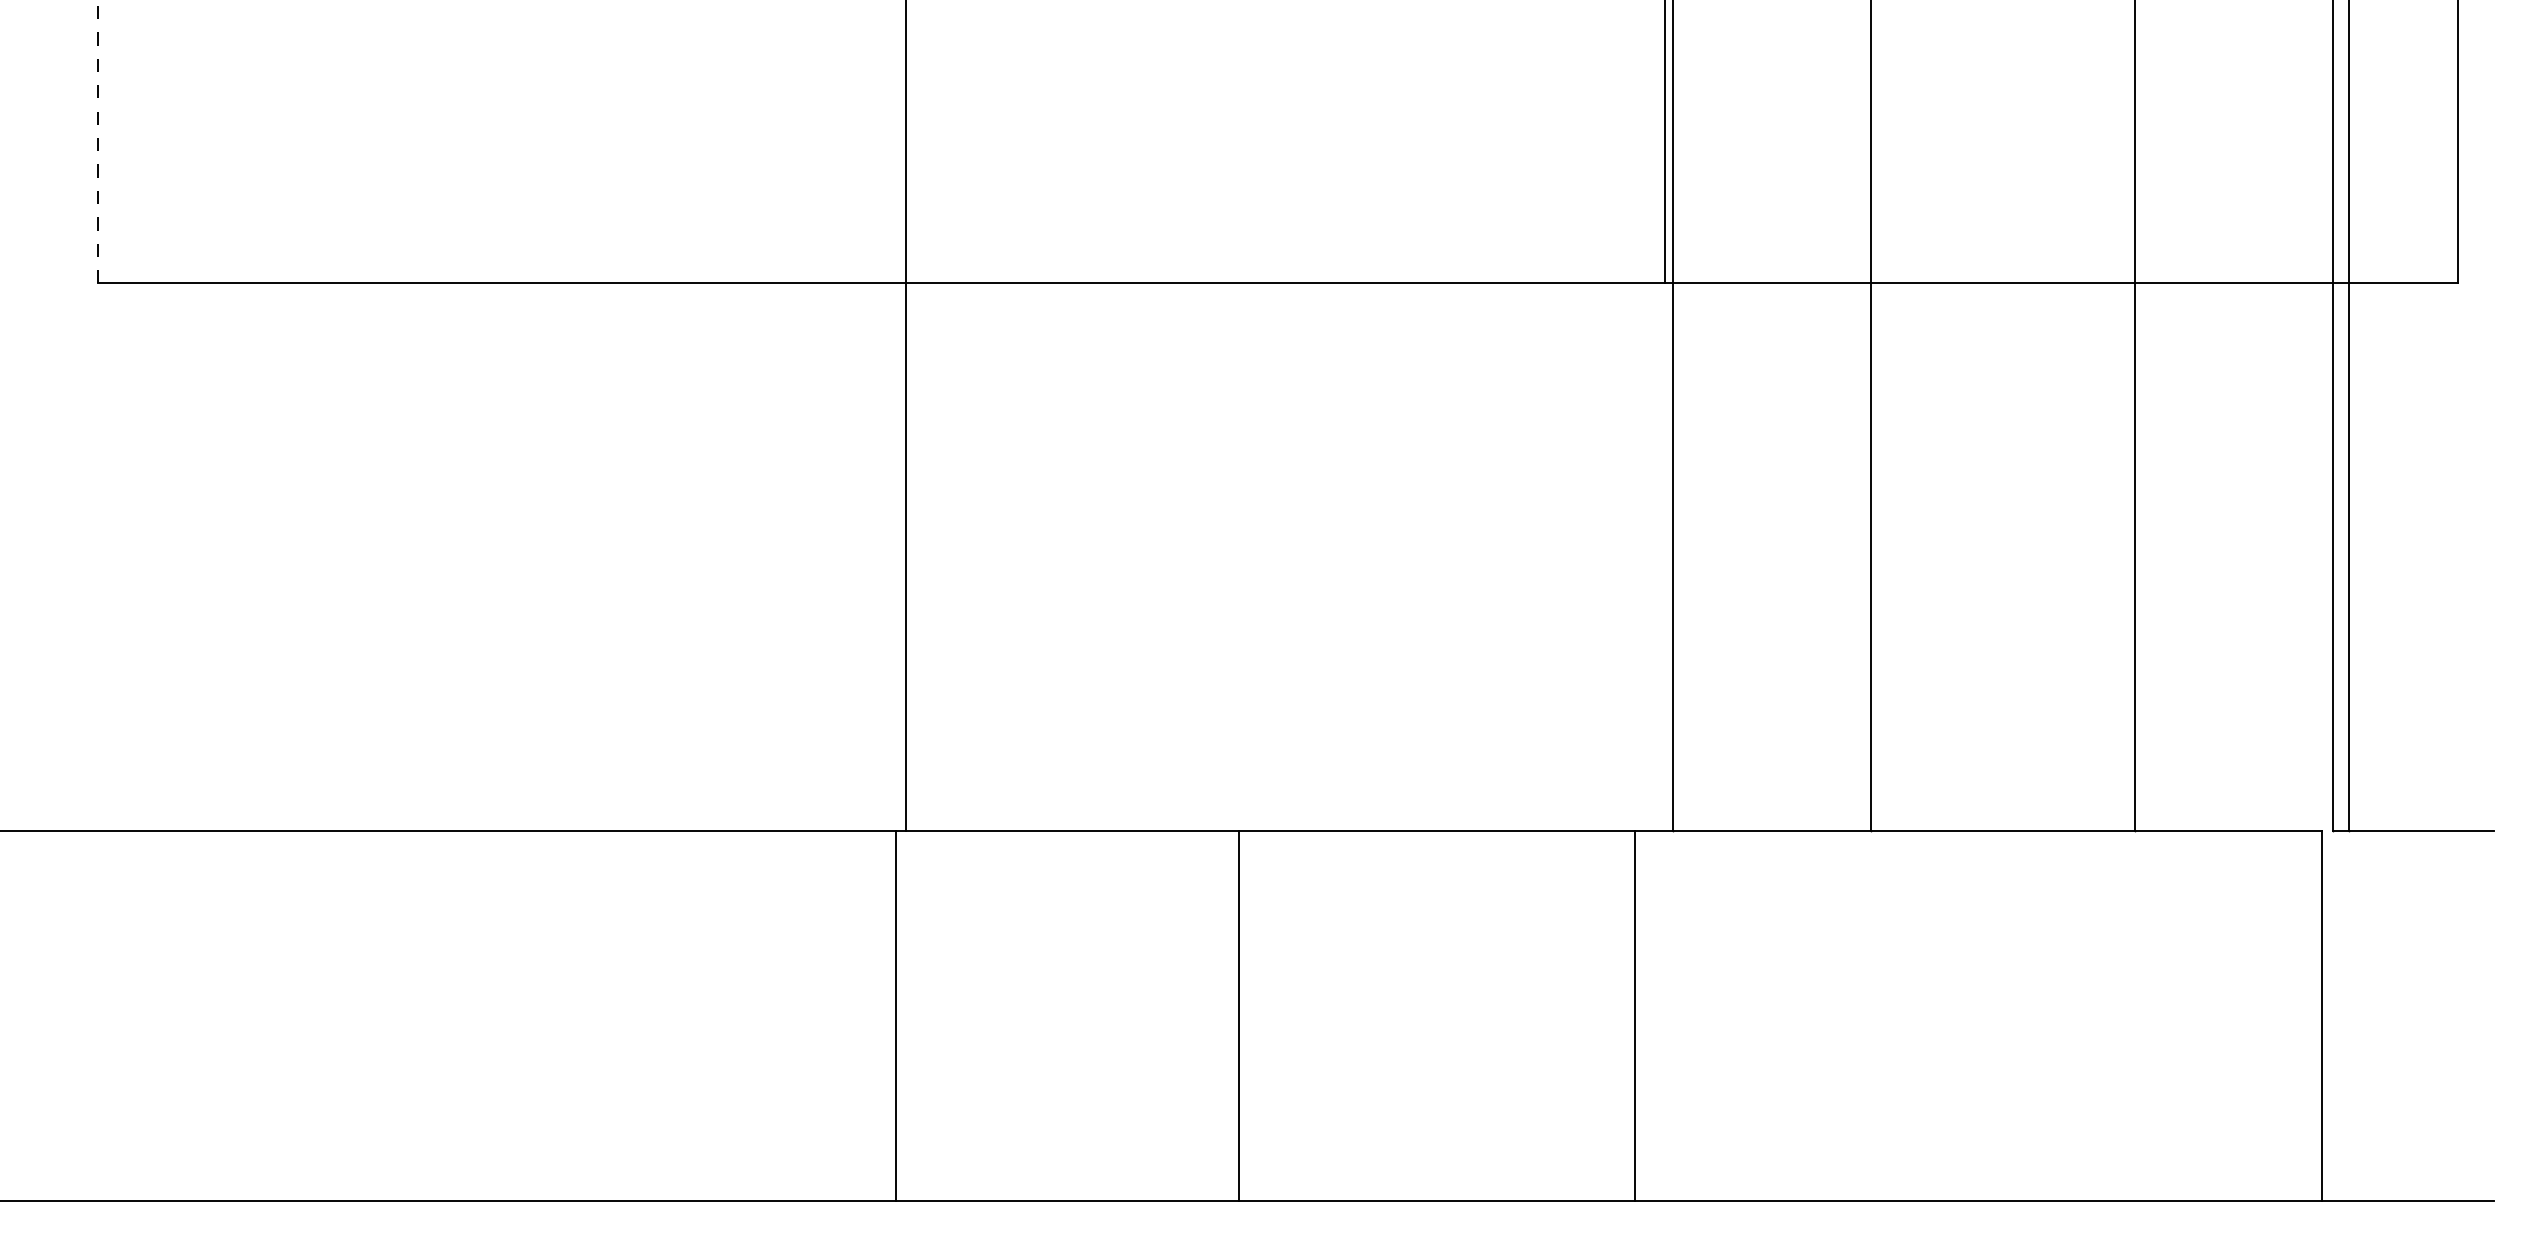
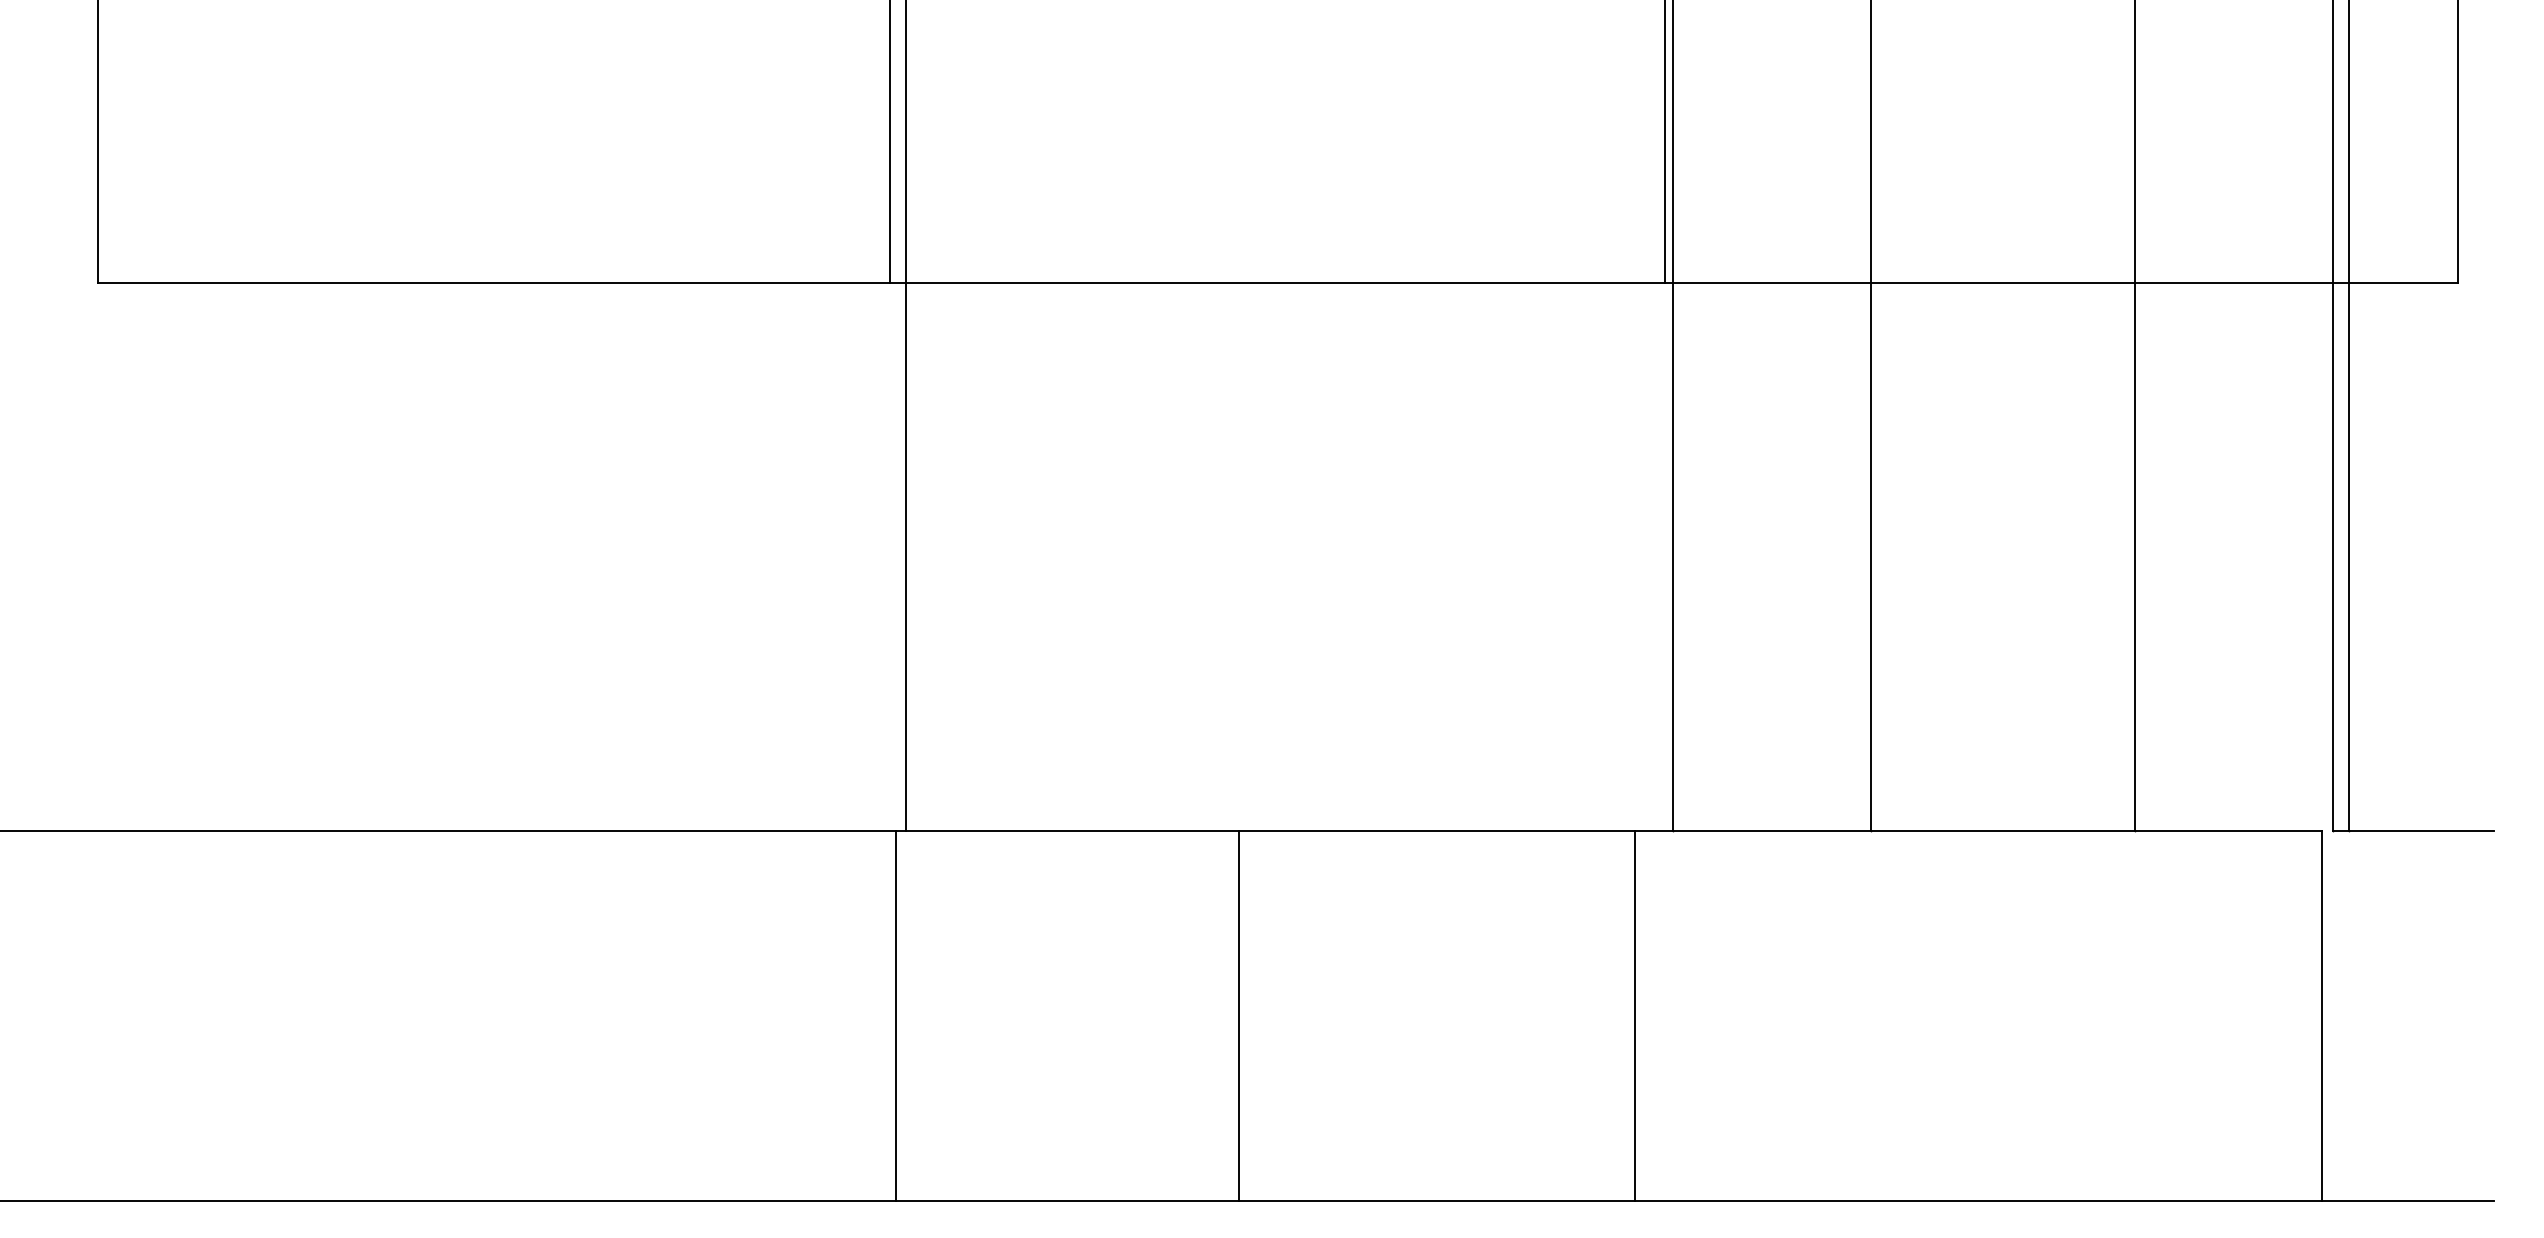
line at (97, 142): dashed -> solid
line at (890, 142): none -> present
